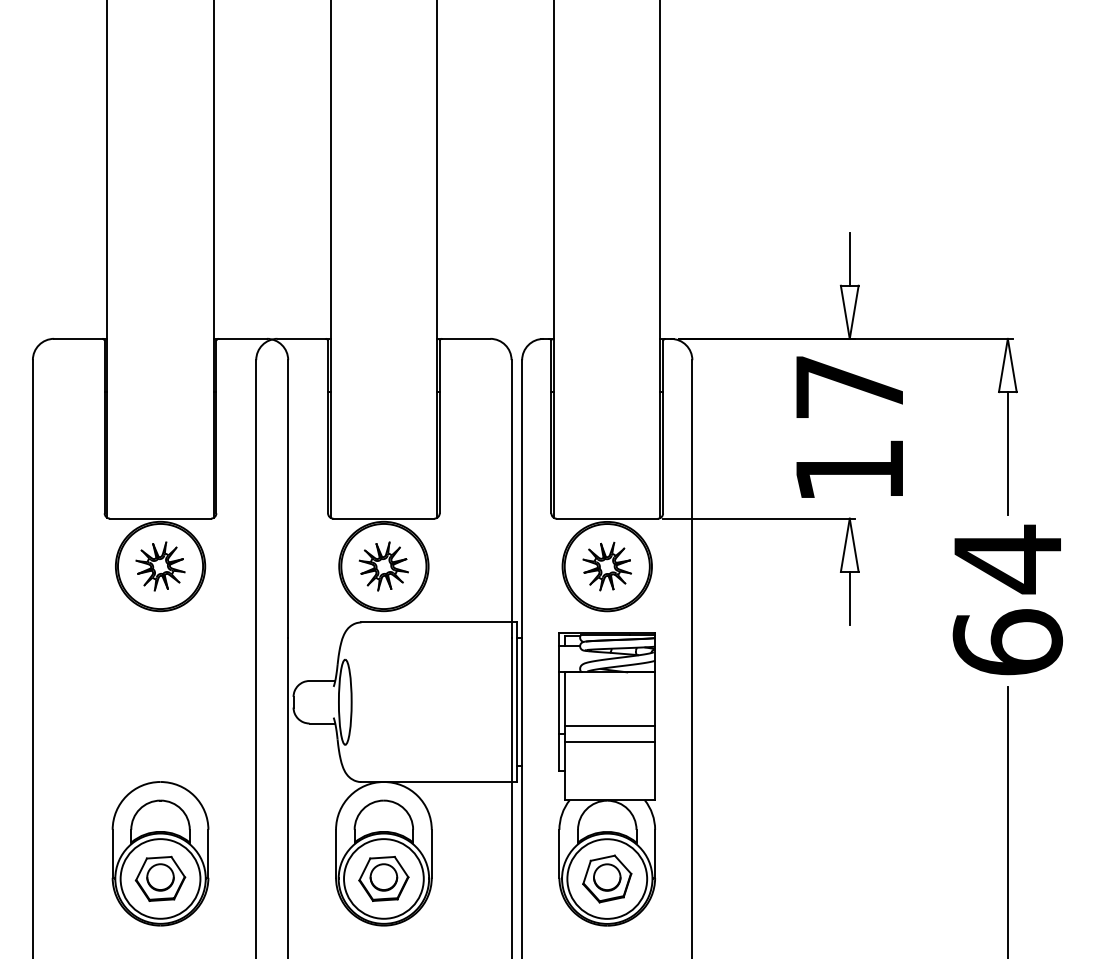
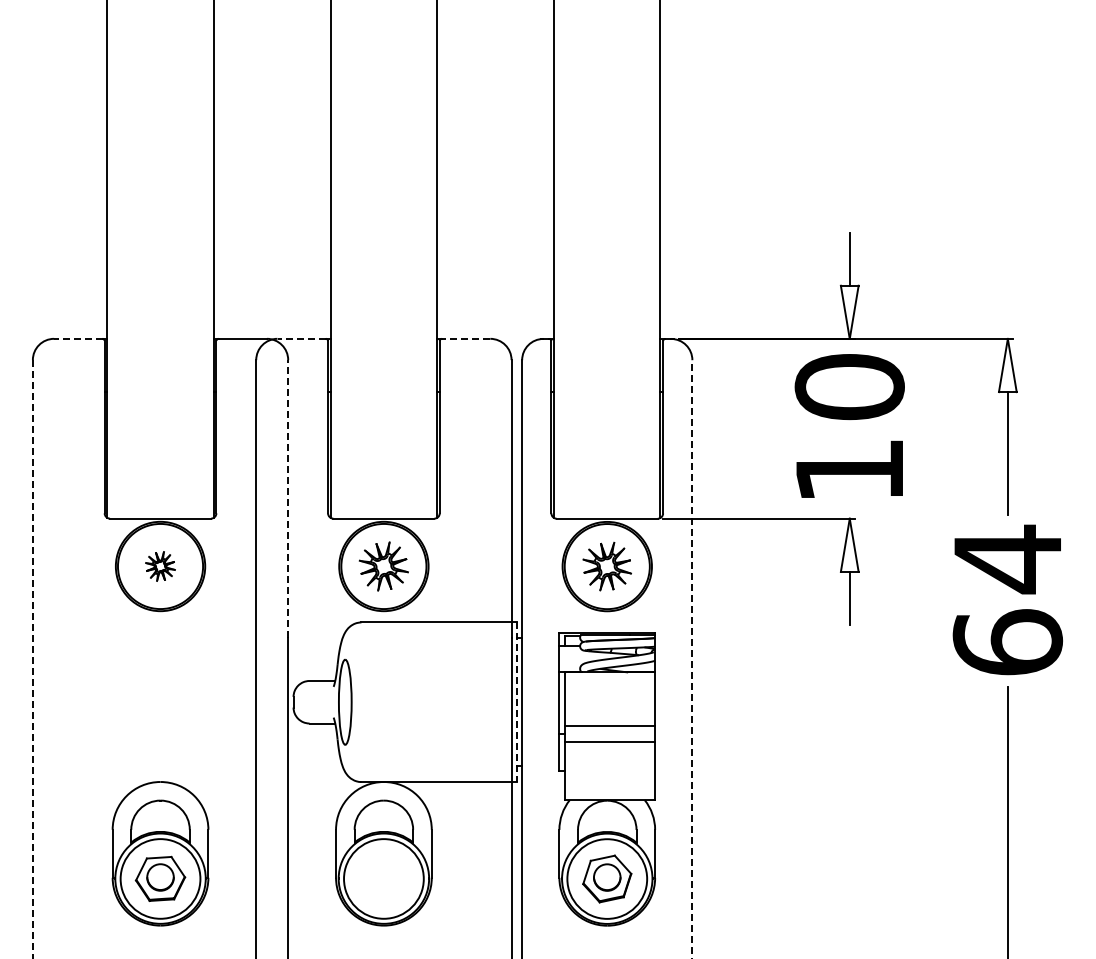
line at (77, 338): solid -> dashed
line at (301, 338): solid -> dashed
line at (465, 338): solid -> dashed
text at (849, 387): 17 -> 10
line at (288, 498): solid -> dashed
part at (160, 566) size: 51x51 px -> 31x31 px
line at (32, 659): solid -> dashed
line at (692, 659): solid -> dashed
line at (516, 702): solid -> dashed
part at (383, 878): present -> none
